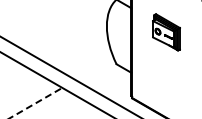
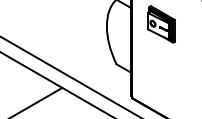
part at (166, 32) position: (166, 32) -> (161, 24)
line at (35, 103): dashed -> solid
